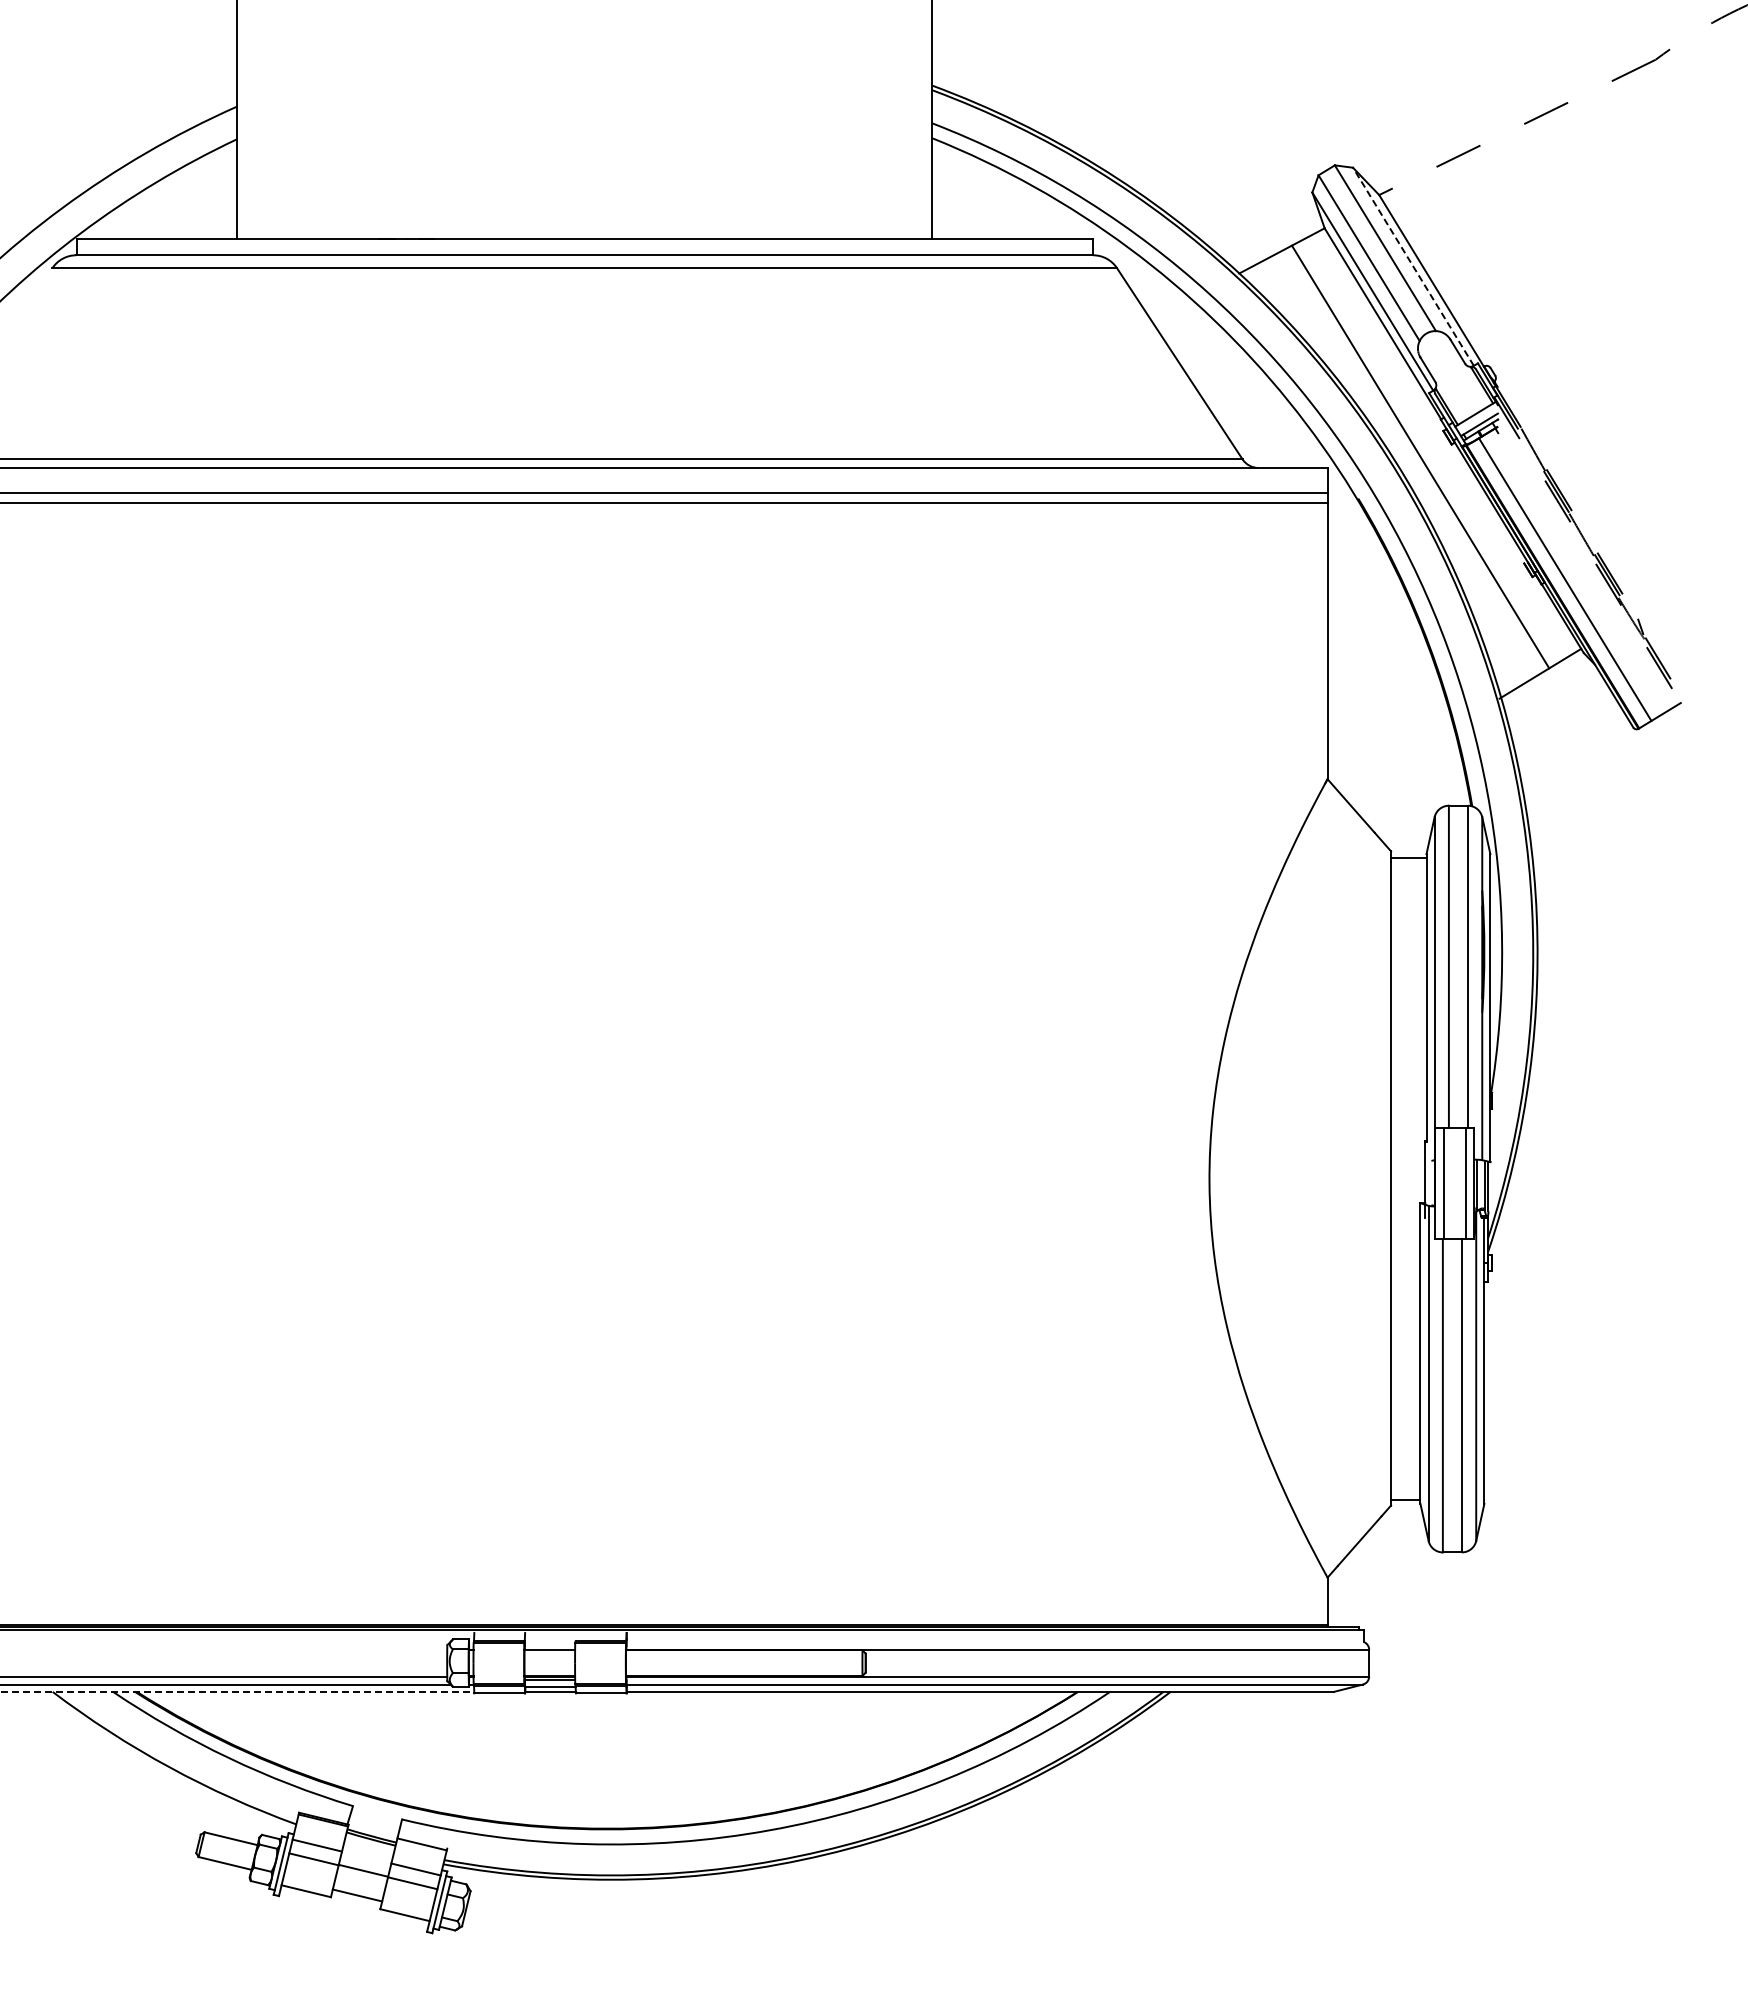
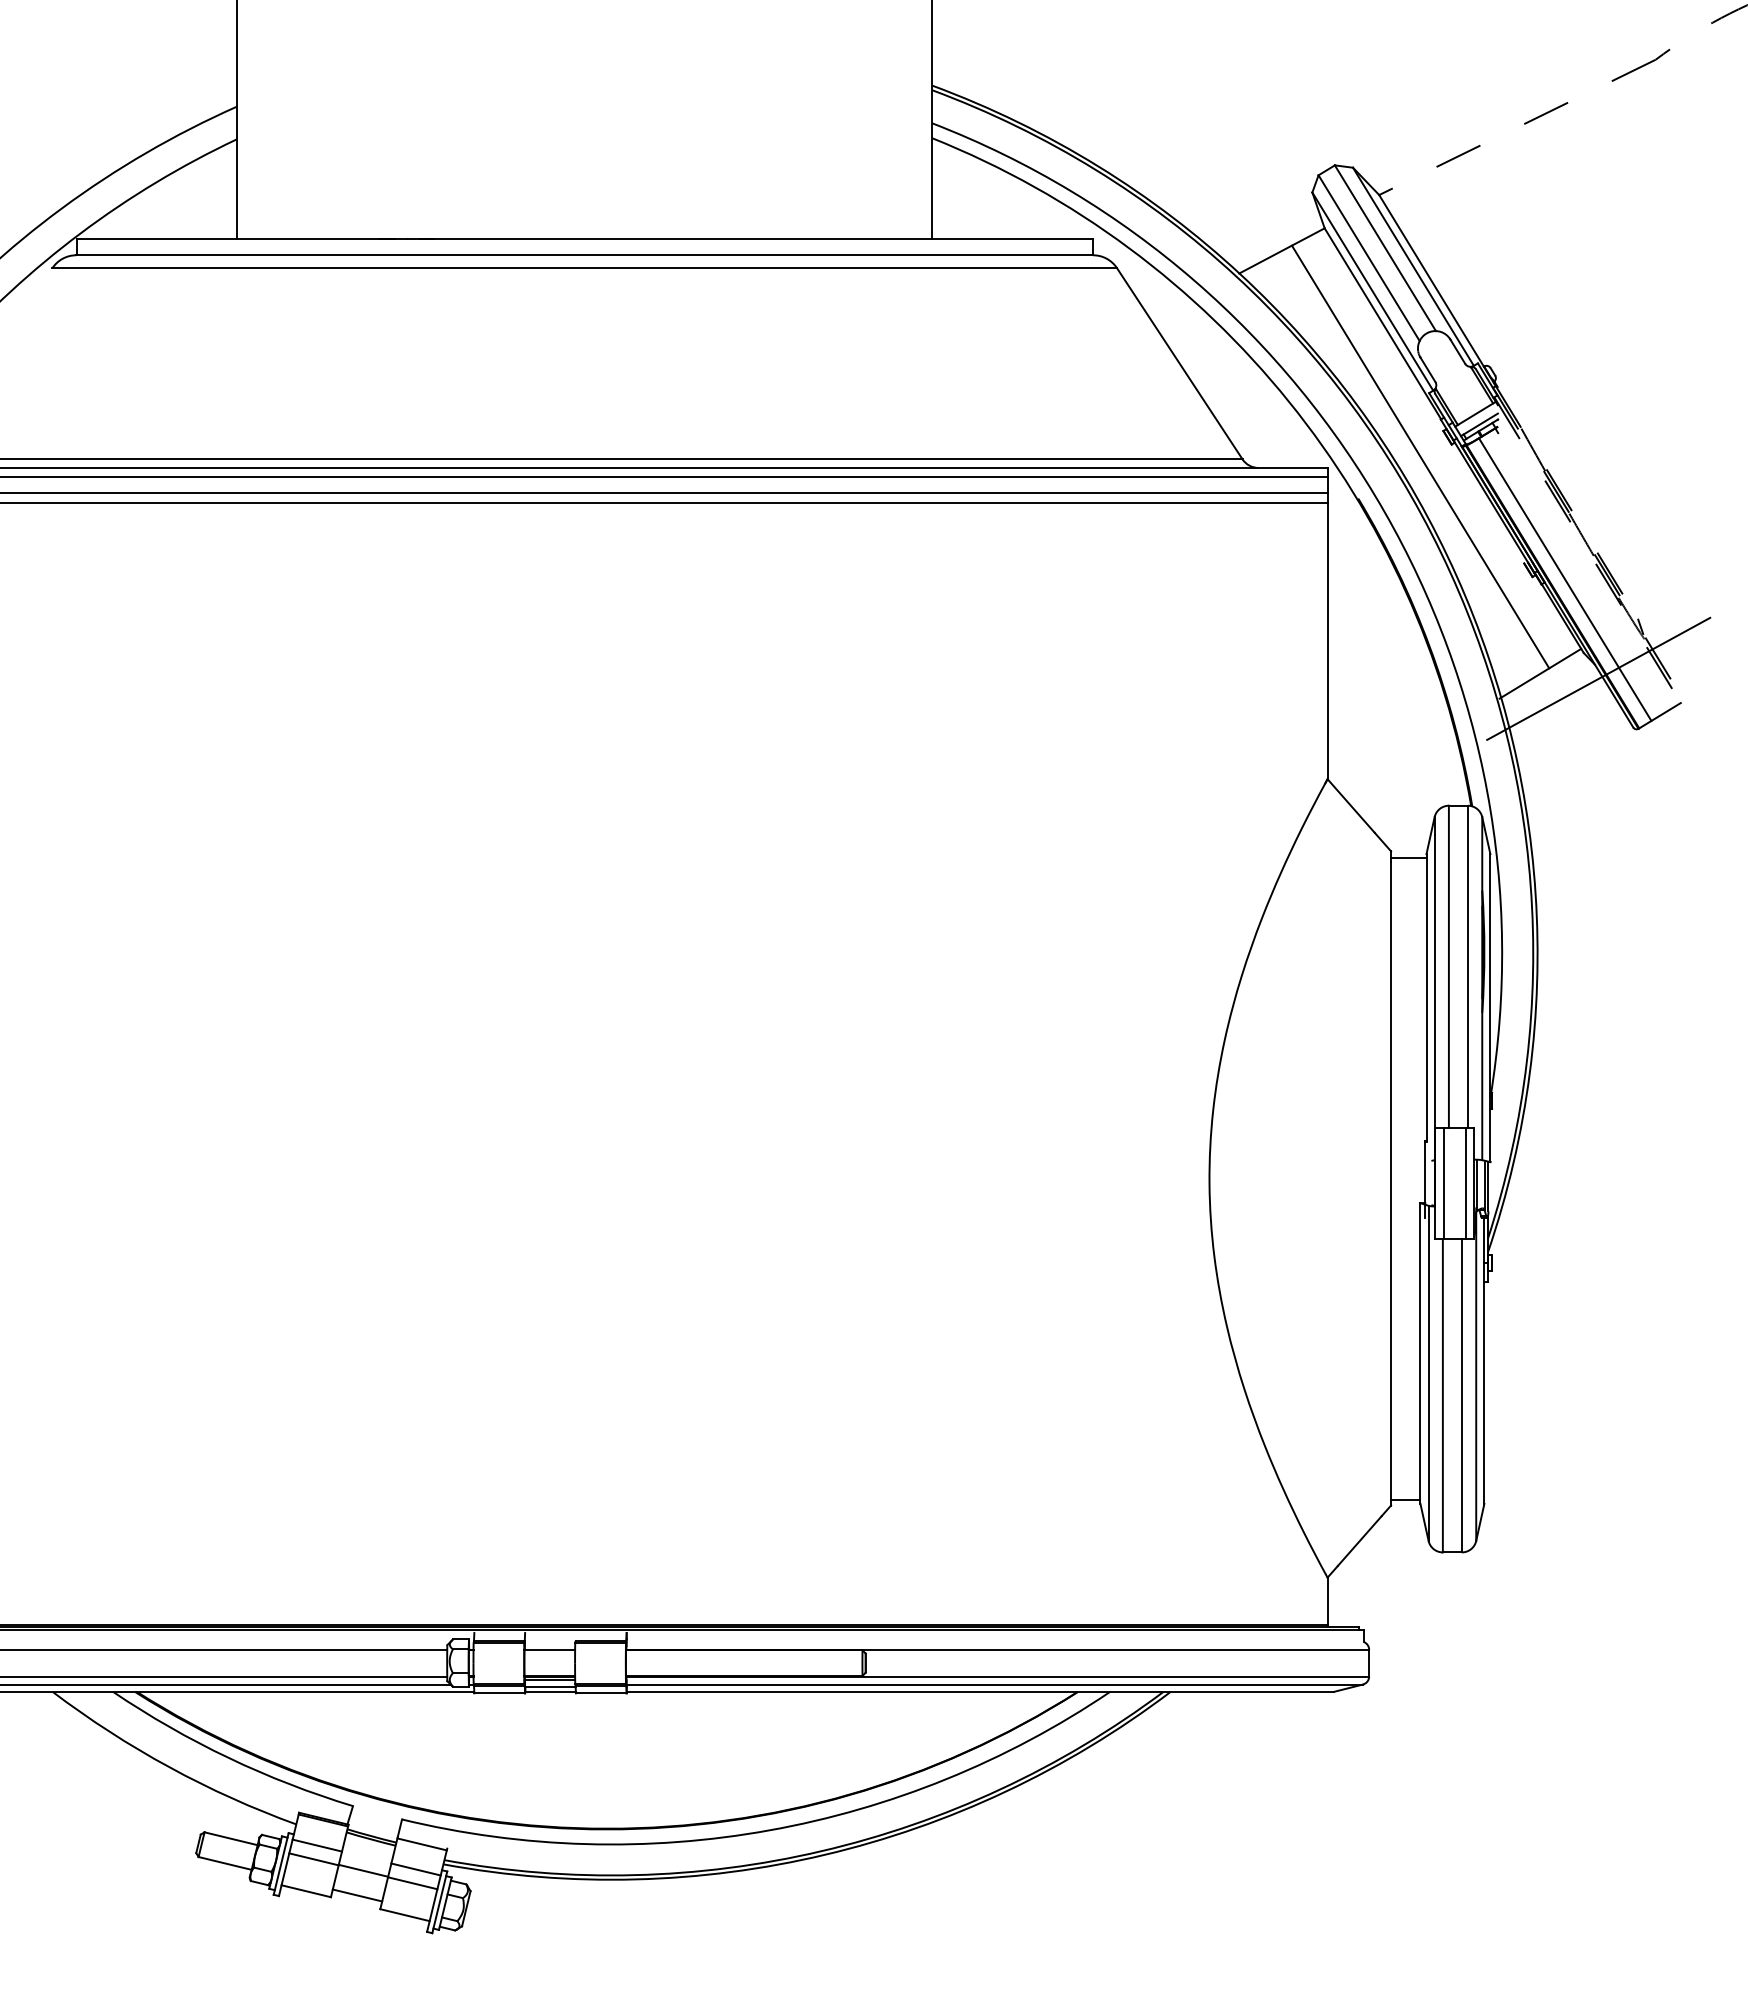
line at (1413, 266): dashed -> solid
line at (664, 477): none -> present
line at (1598, 678): none -> present
line at (224, 1649): none -> present
line at (237, 1691): dashed -> solid
